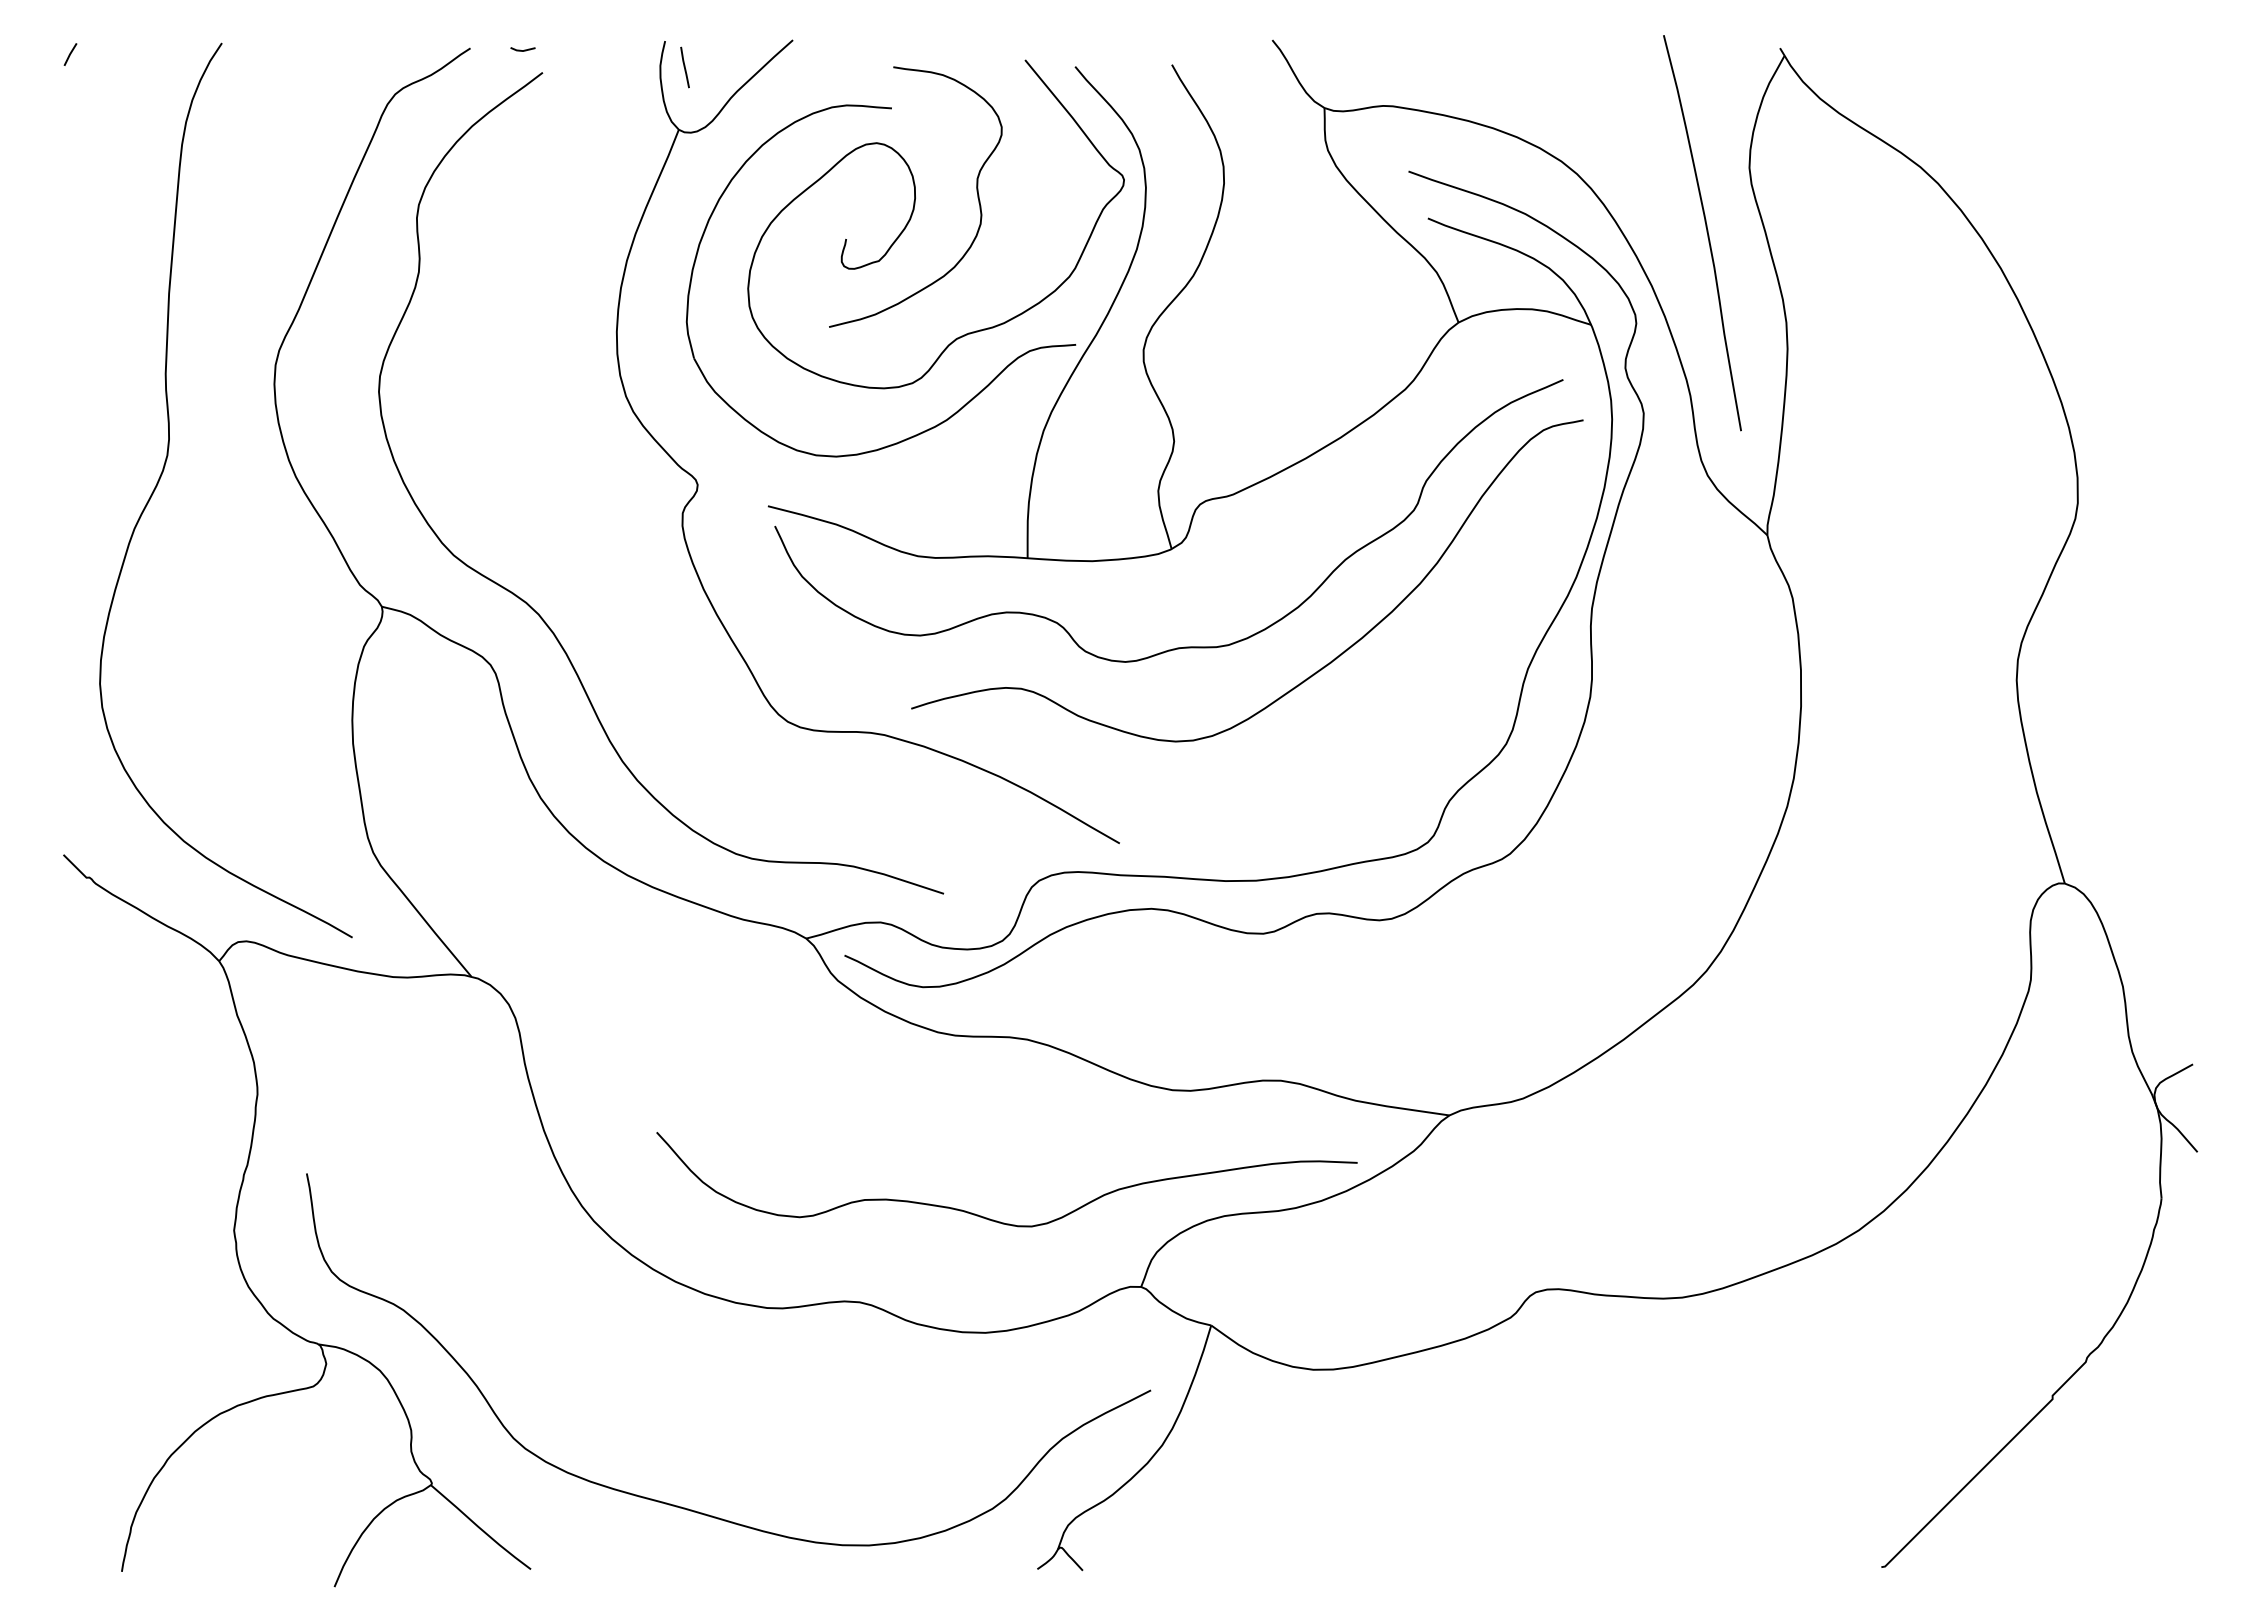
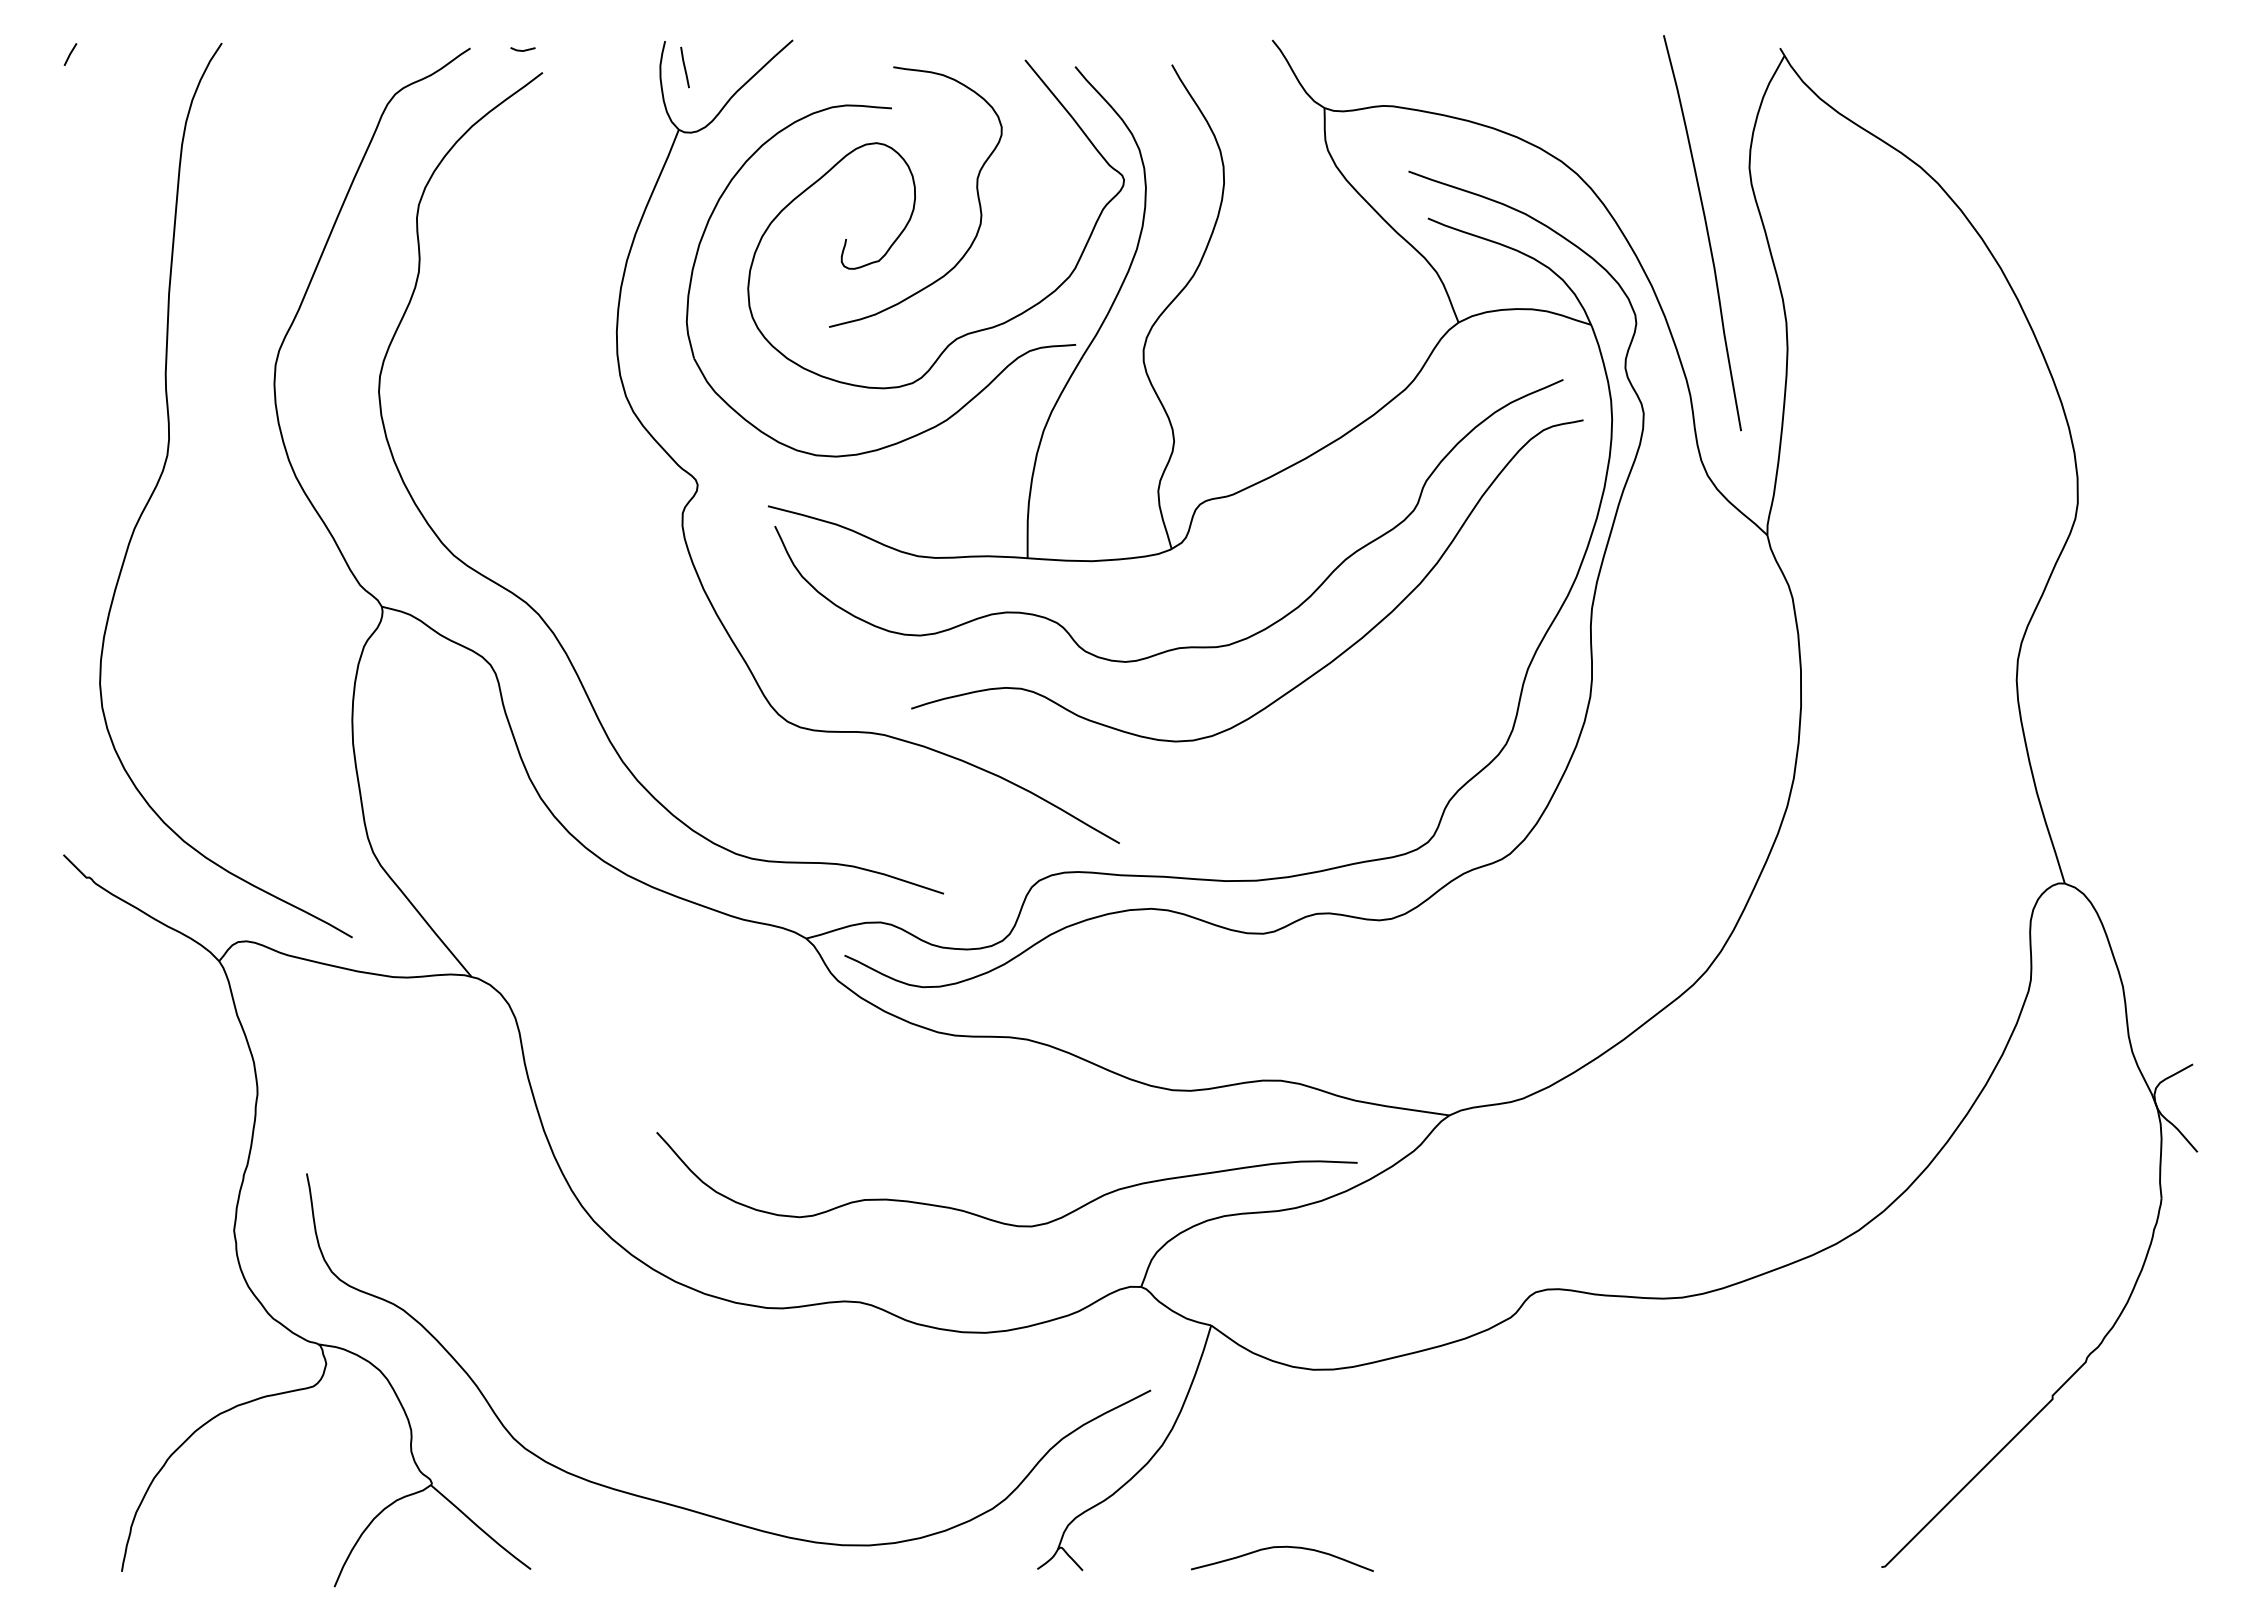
curve at (1282, 1547): none -> present
